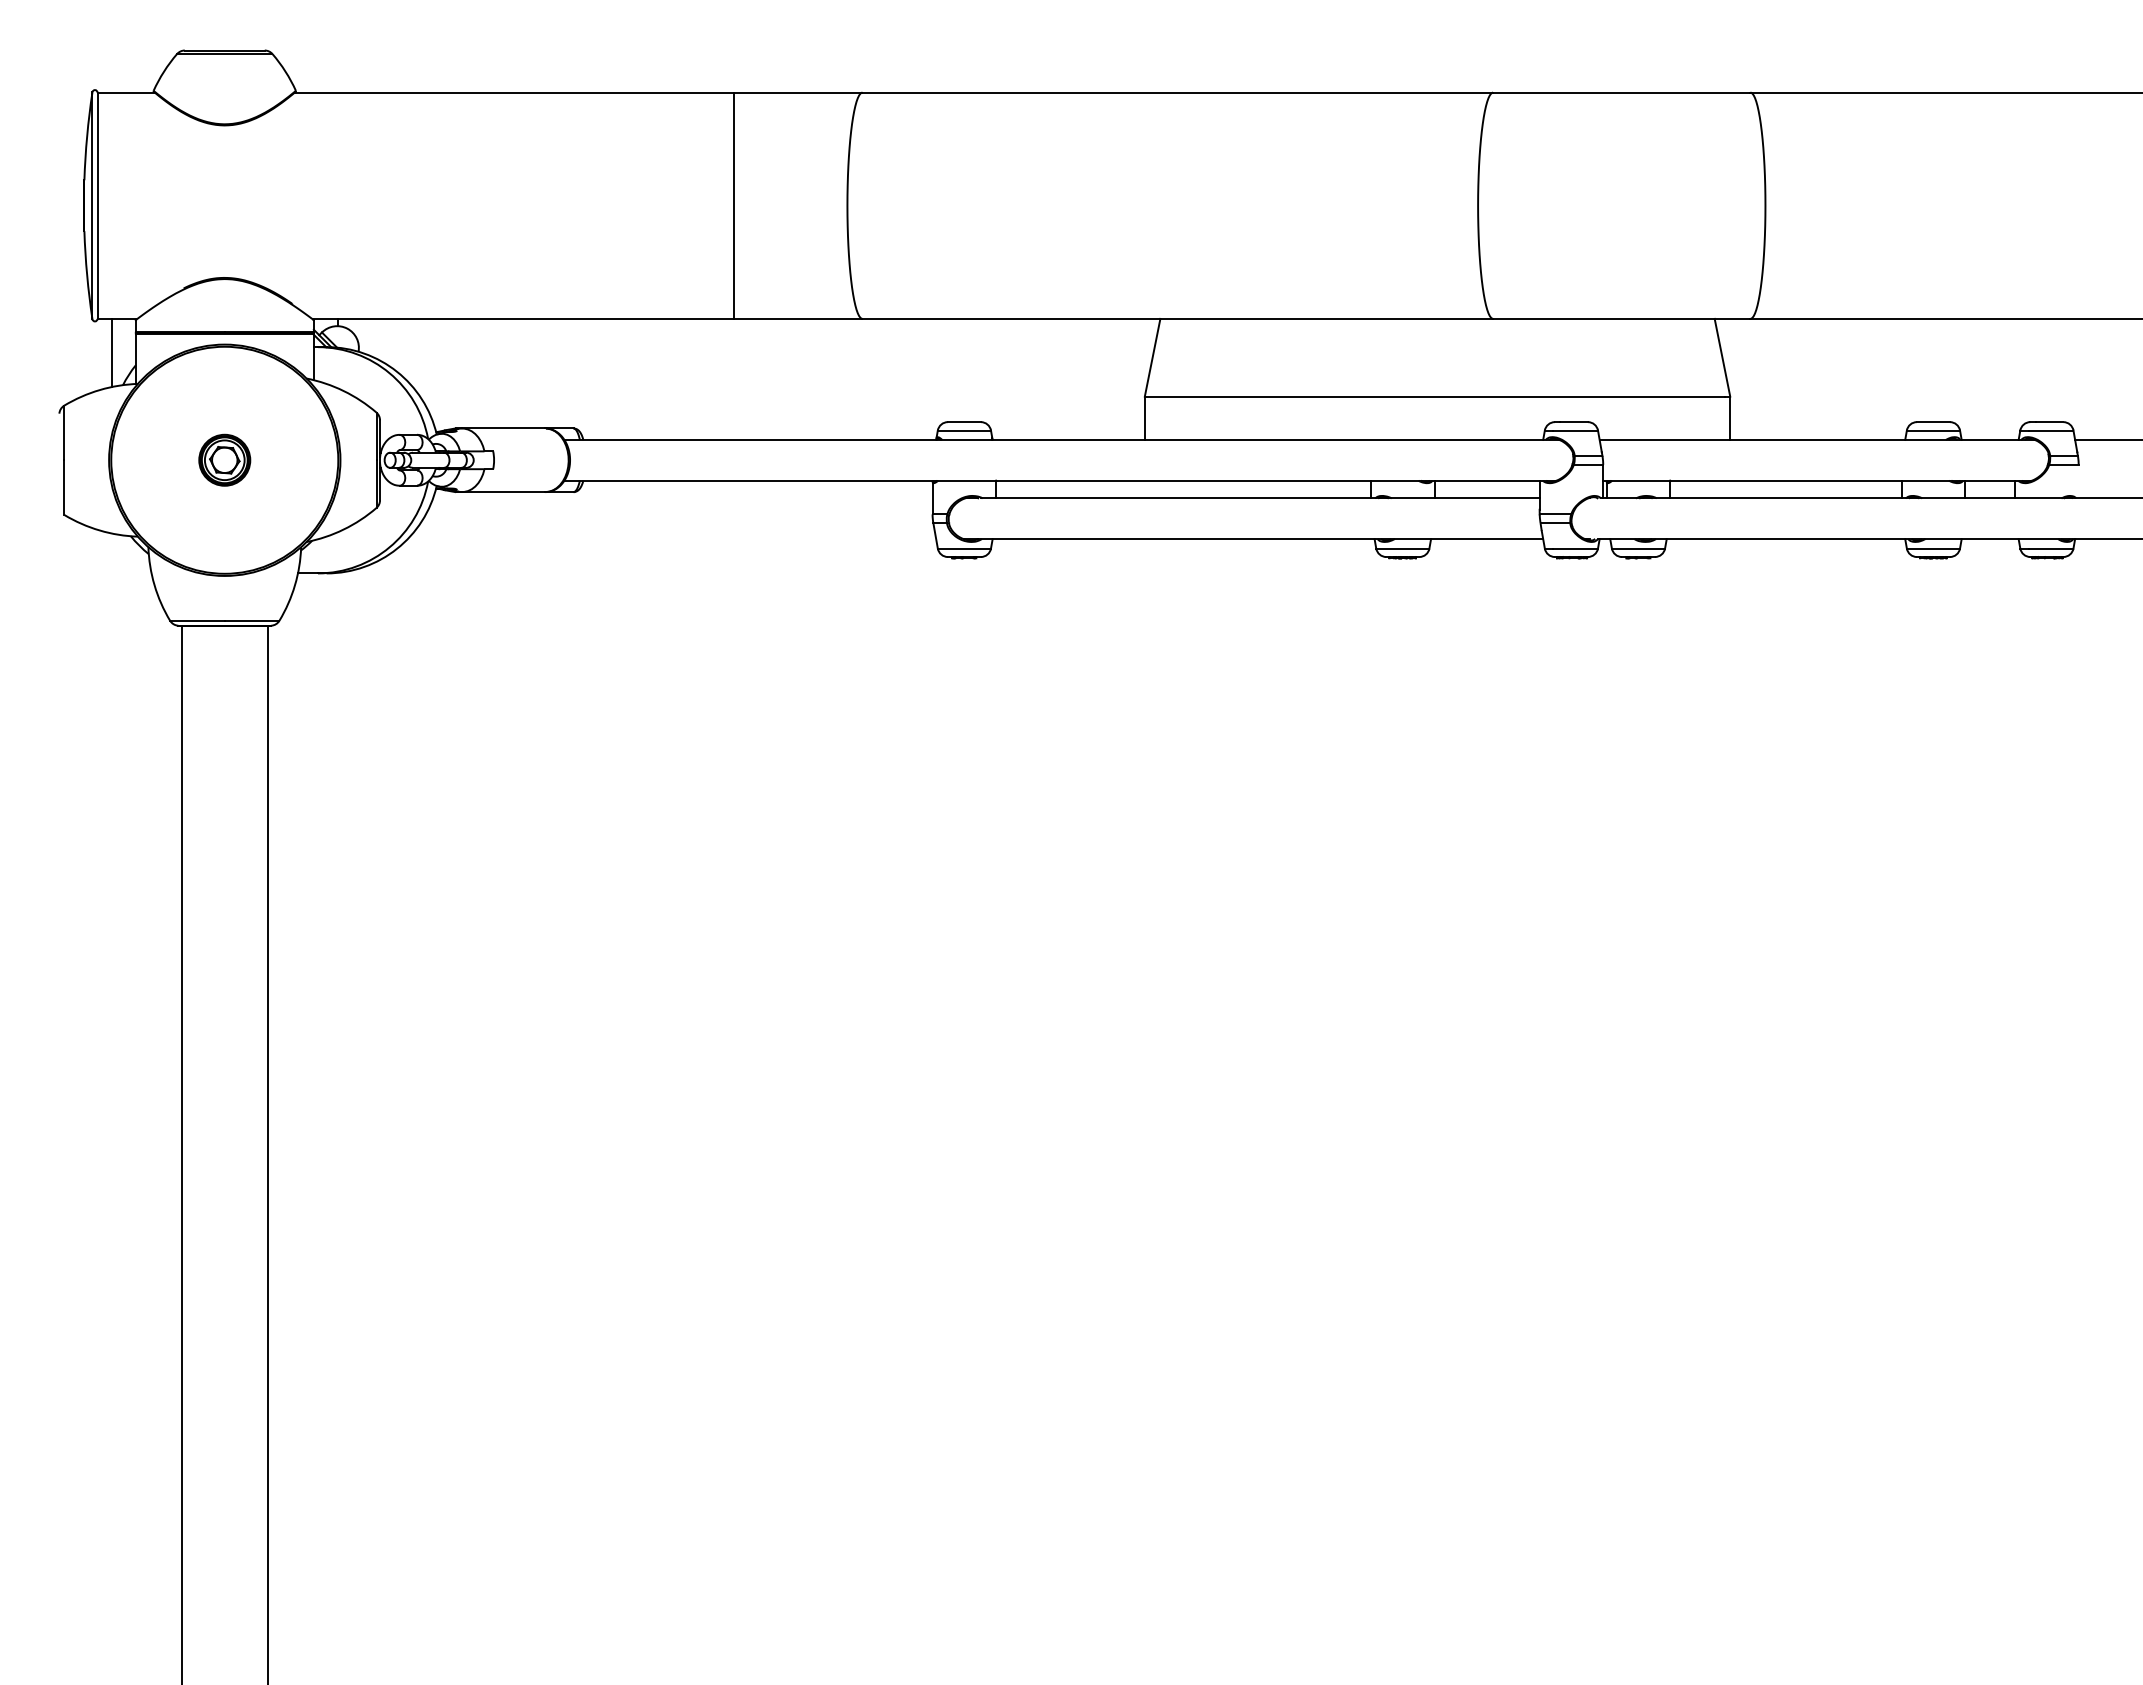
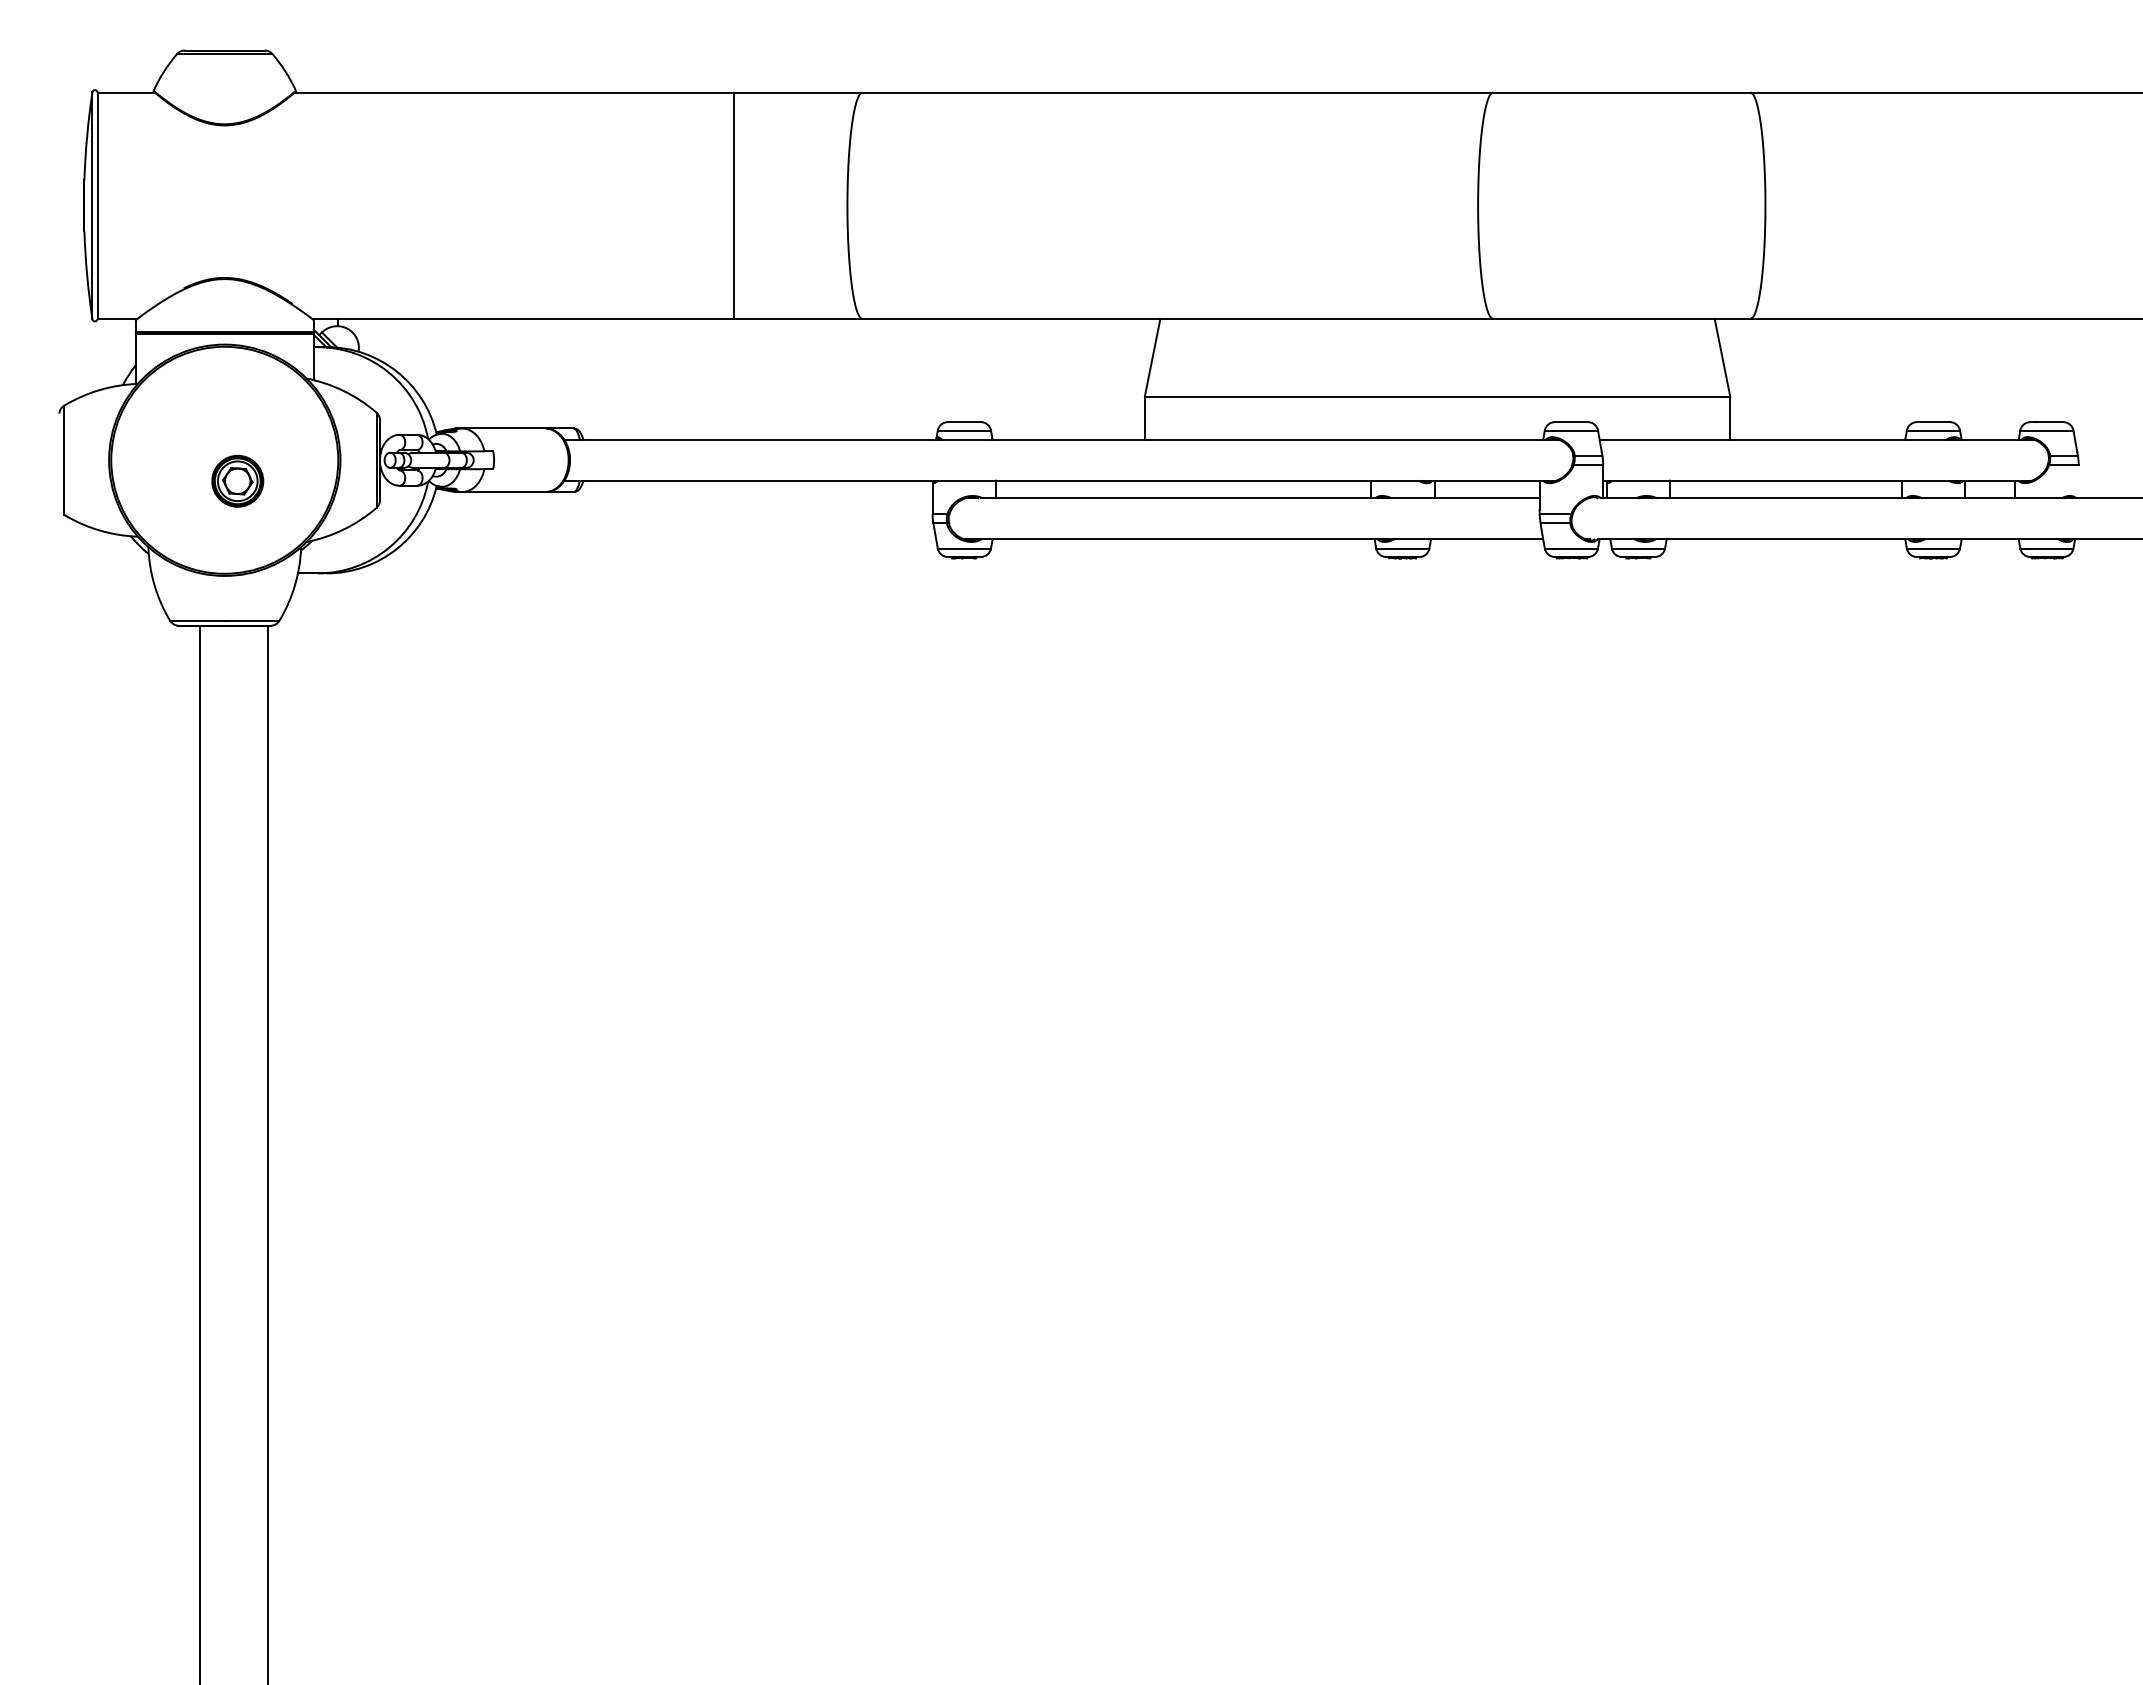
line at (111, 352): present -> none
line at (2107, 439): present -> none
part at (224, 459) position: (224, 459) -> (237, 480)
line at (181, 1153) position: (181, 1153) -> (199, 1153)
